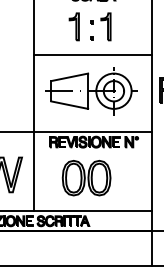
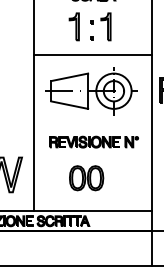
line at (77, 132): present -> none
part at (86, 178) size: 51x37 px -> 36x27 px
